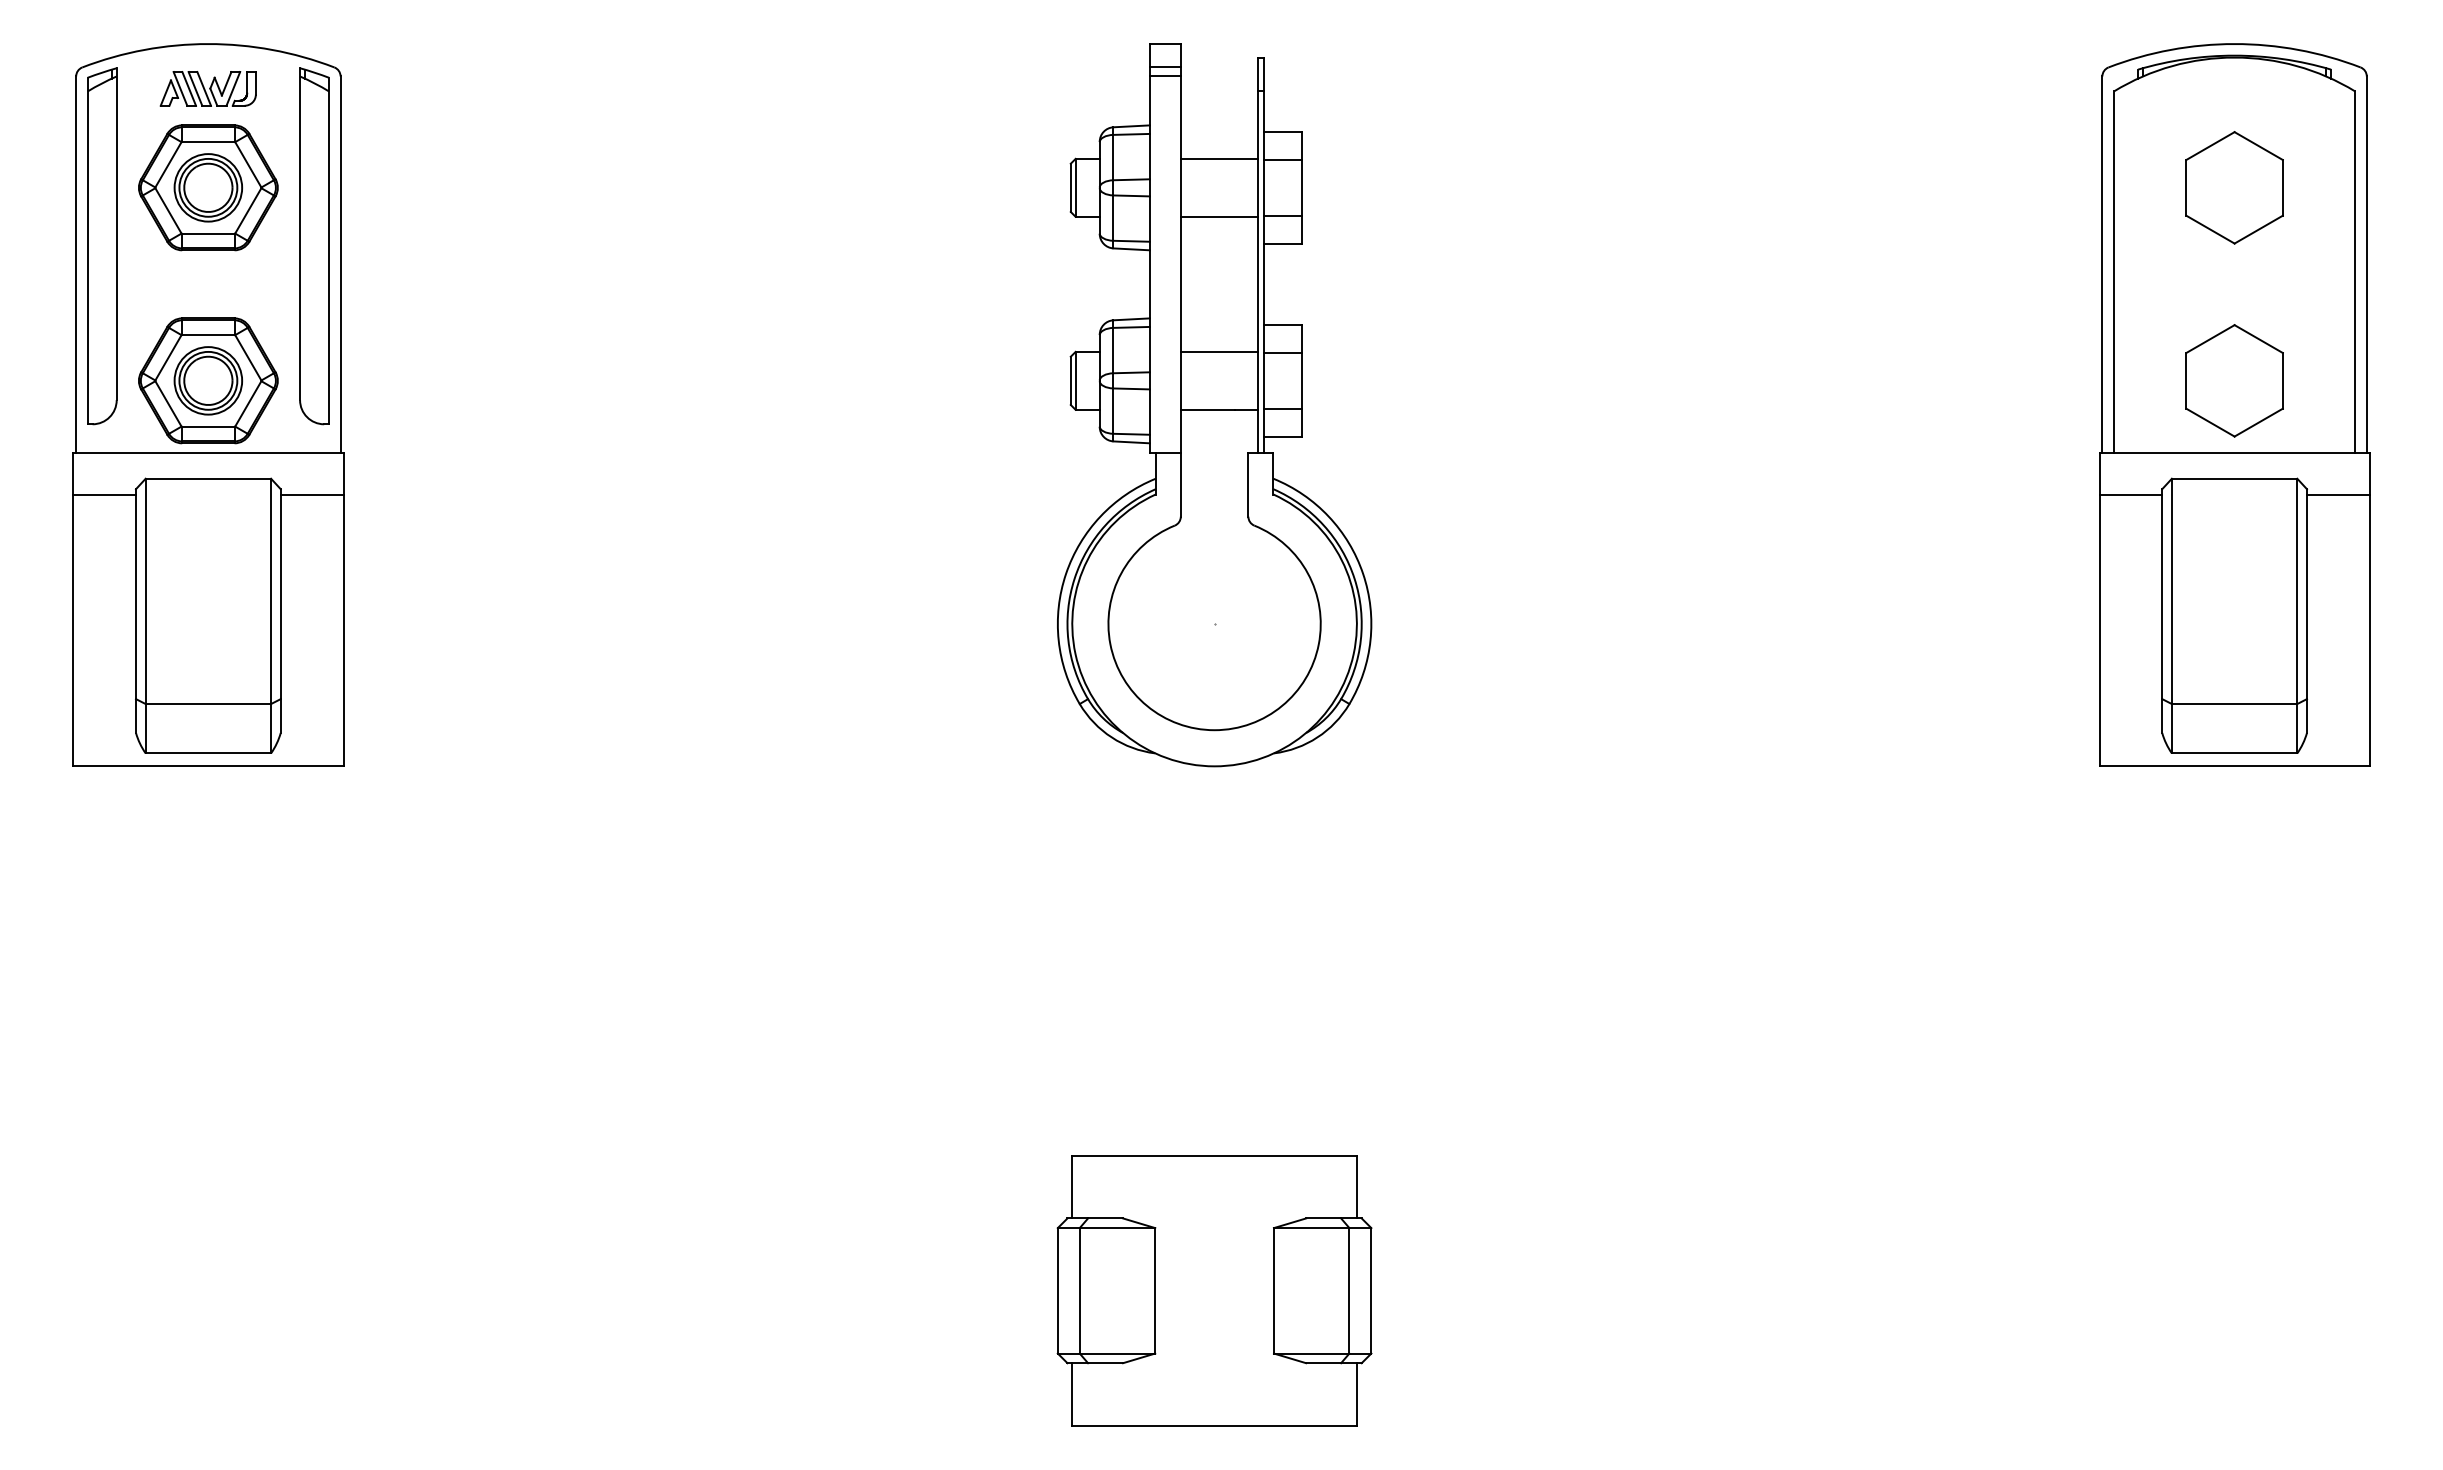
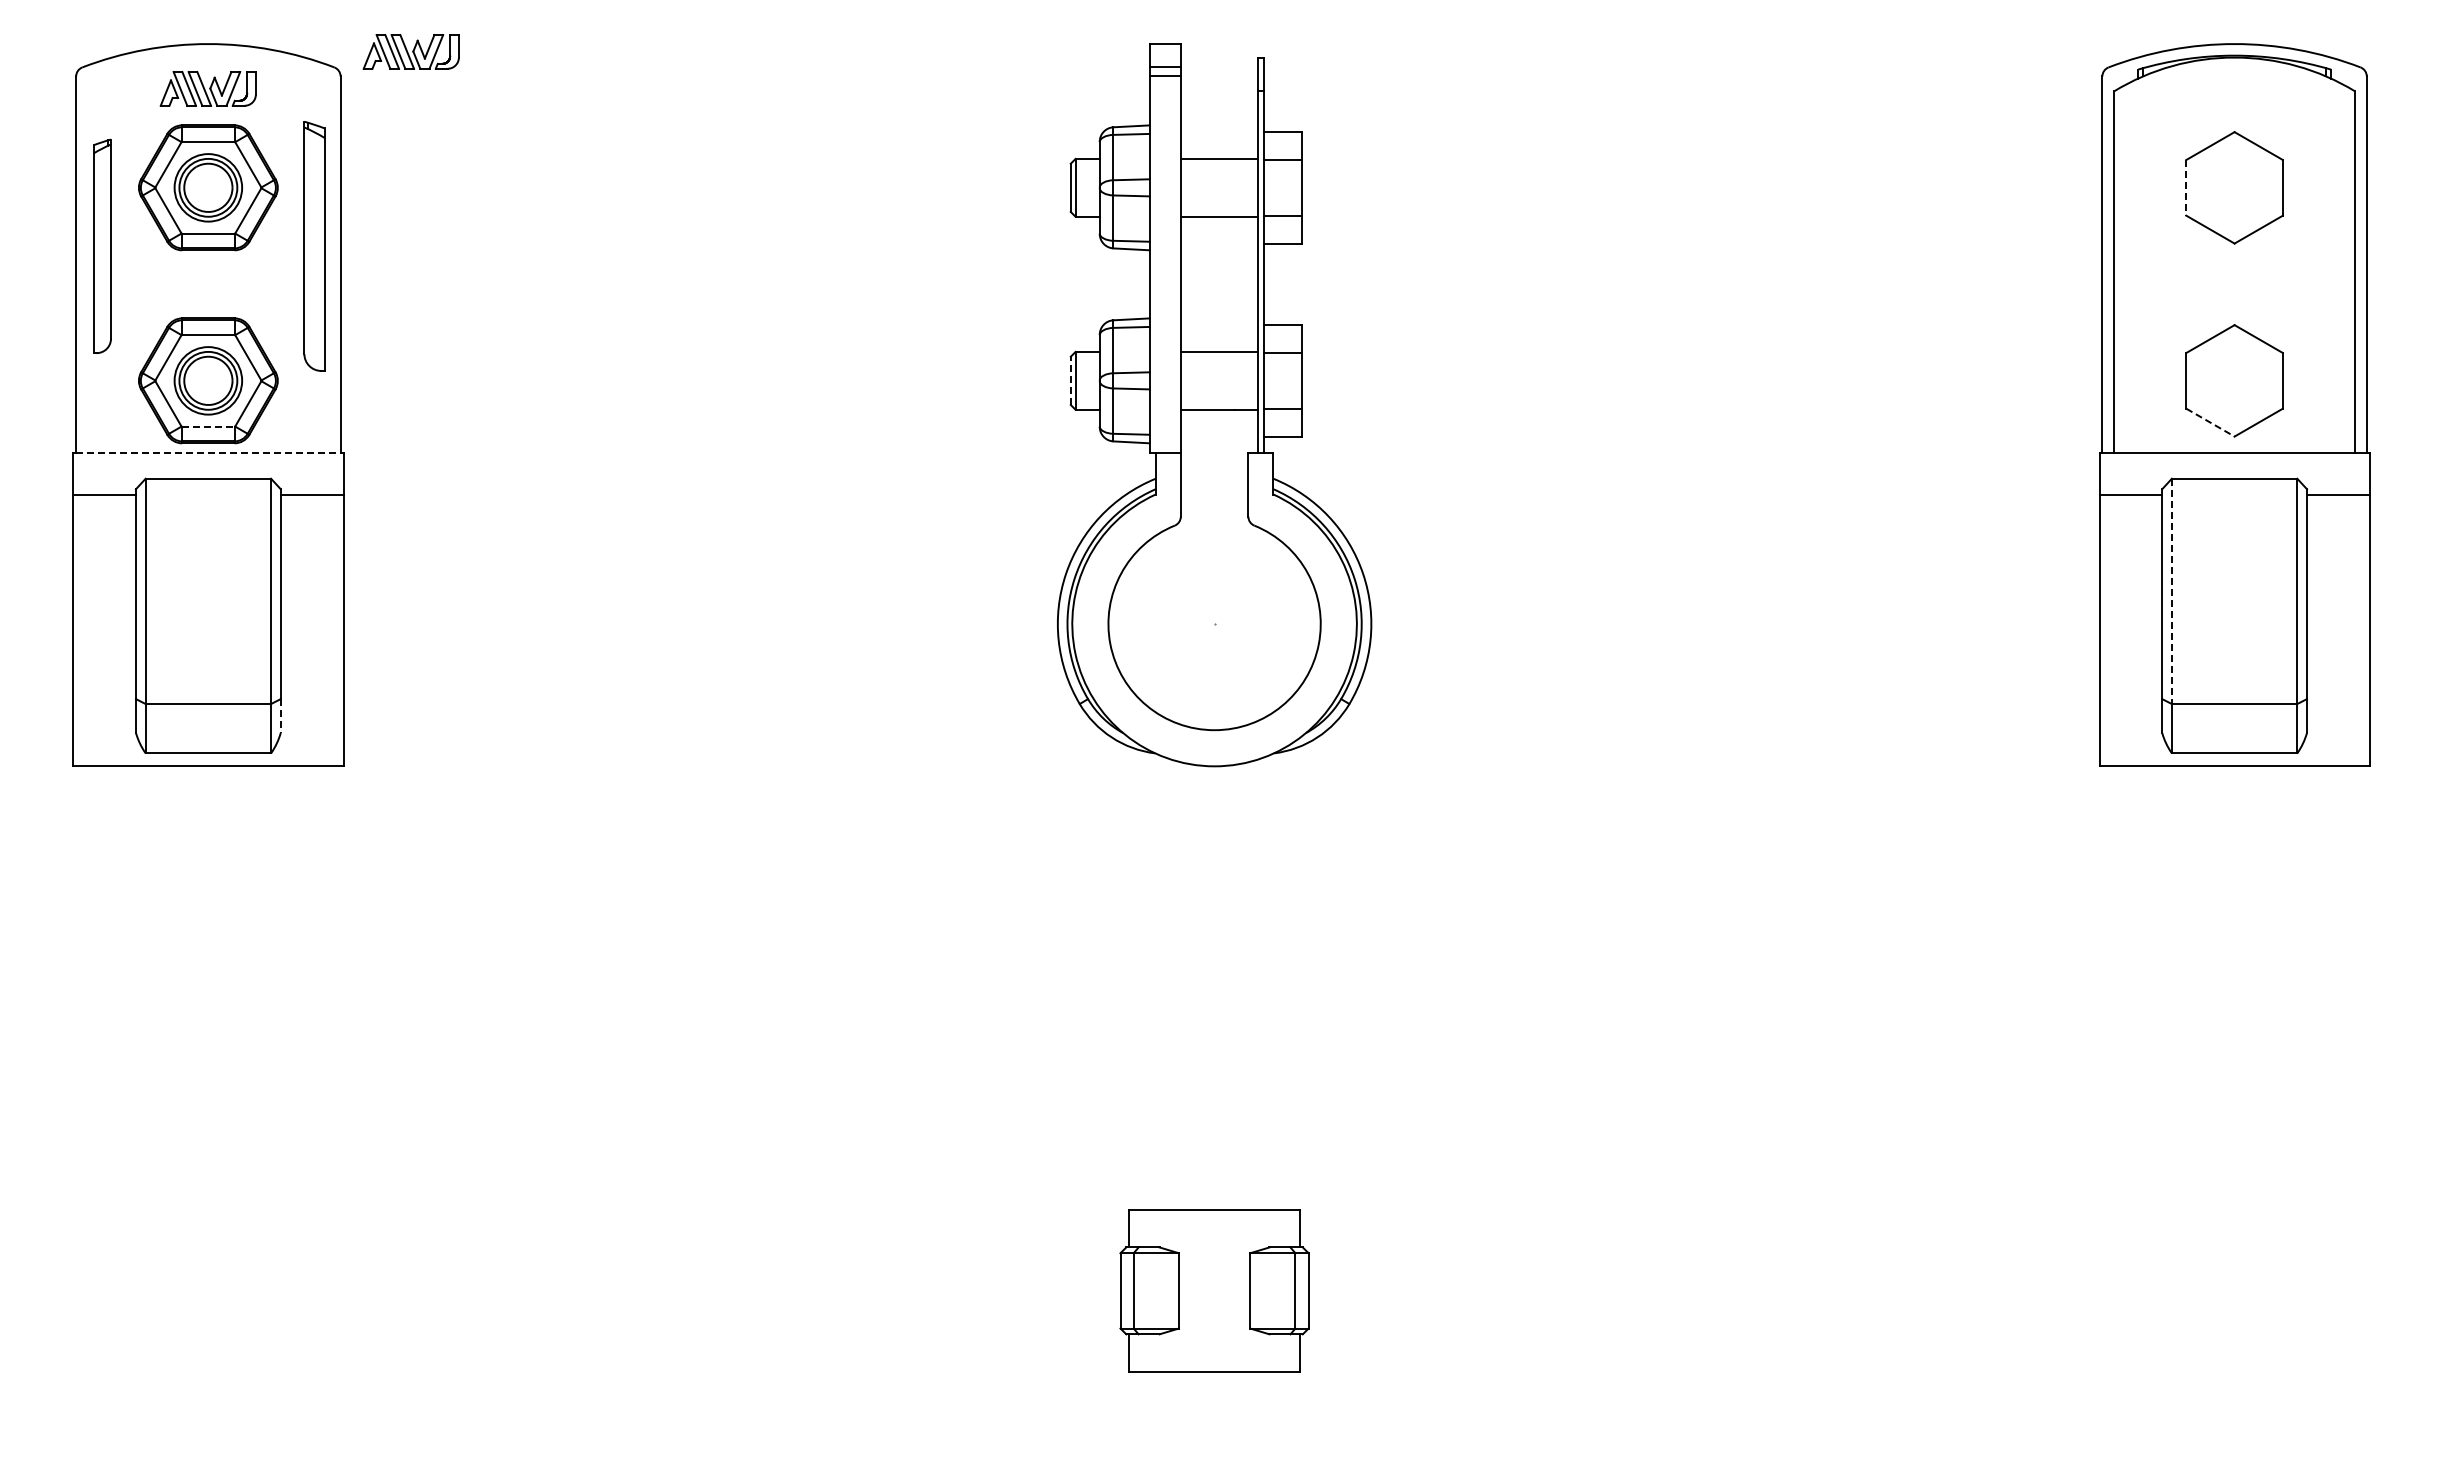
part at (410, 51): none -> present
line at (2186, 187): solid -> dashed
part at (102, 246) size: 31x359 px -> 19x216 px
part at (314, 246) size: 31x359 px -> 23x251 px
line at (1070, 380): solid -> dashed
line at (2210, 422): solid -> dashed
line at (208, 426): solid -> dashed
line at (208, 453): solid -> dashed
line at (2171, 591): solid -> dashed
line at (280, 716): solid -> dashed
part at (1214, 1290) size: 317x272 px -> 191x164 px
